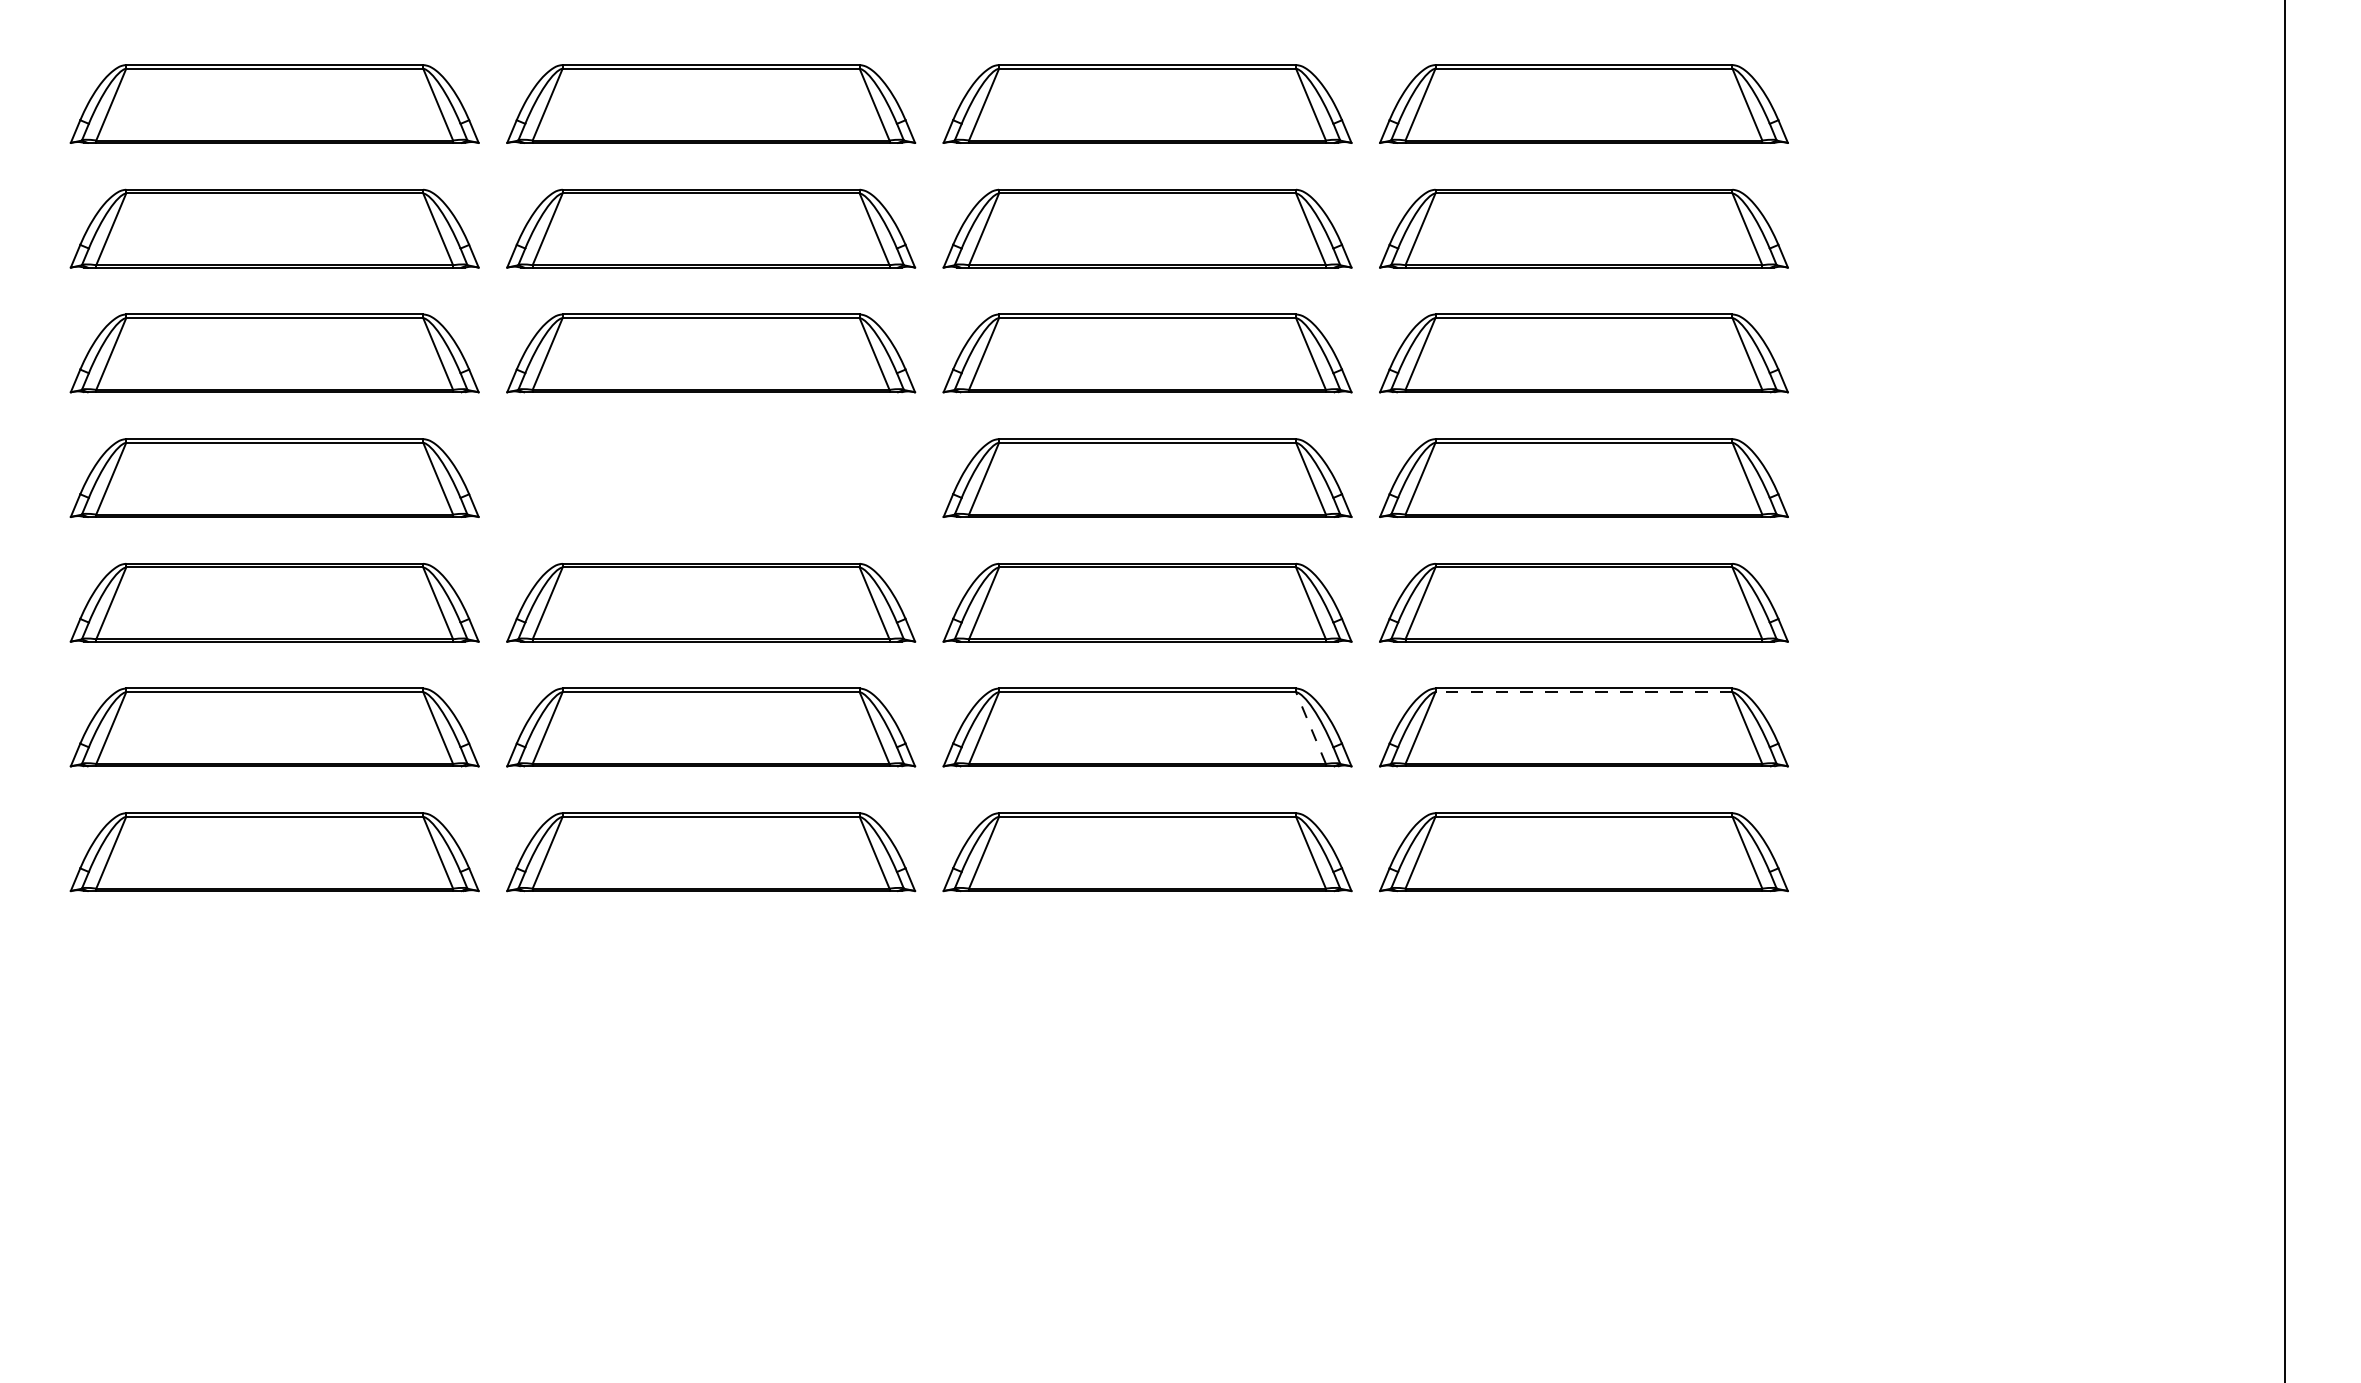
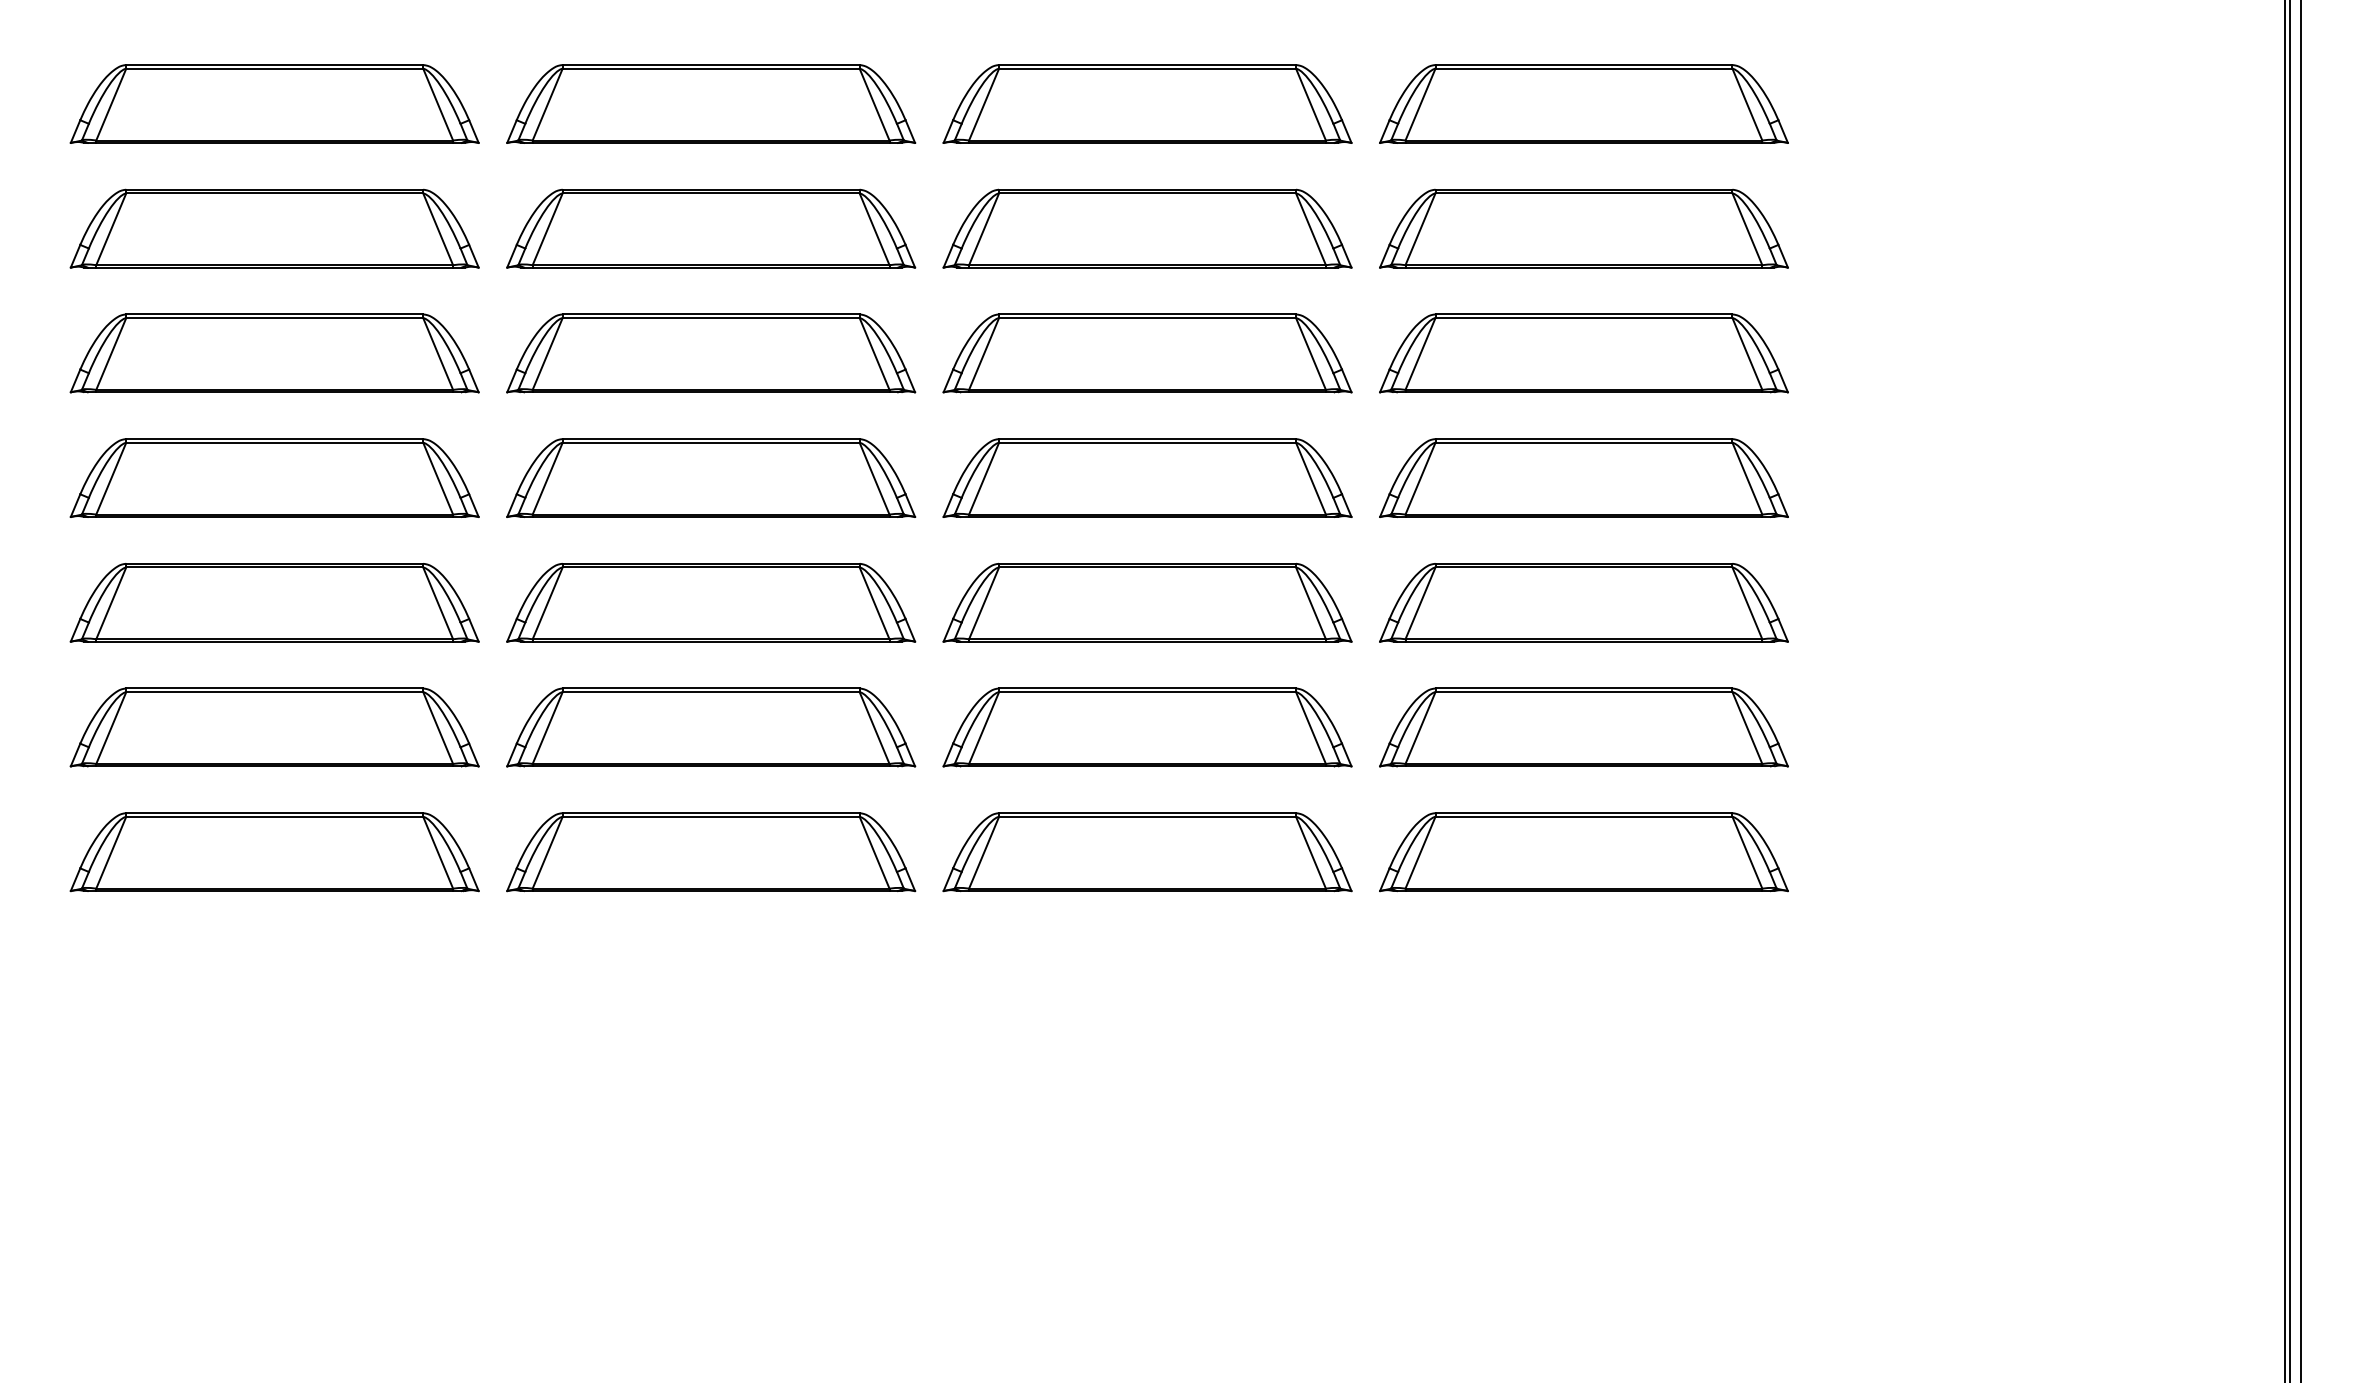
part at (711, 477): none -> present
line at (2290, 690): none -> present
line at (2301, 690): none -> present
line at (1583, 692): dashed -> solid
line at (1310, 728): dashed -> solid
